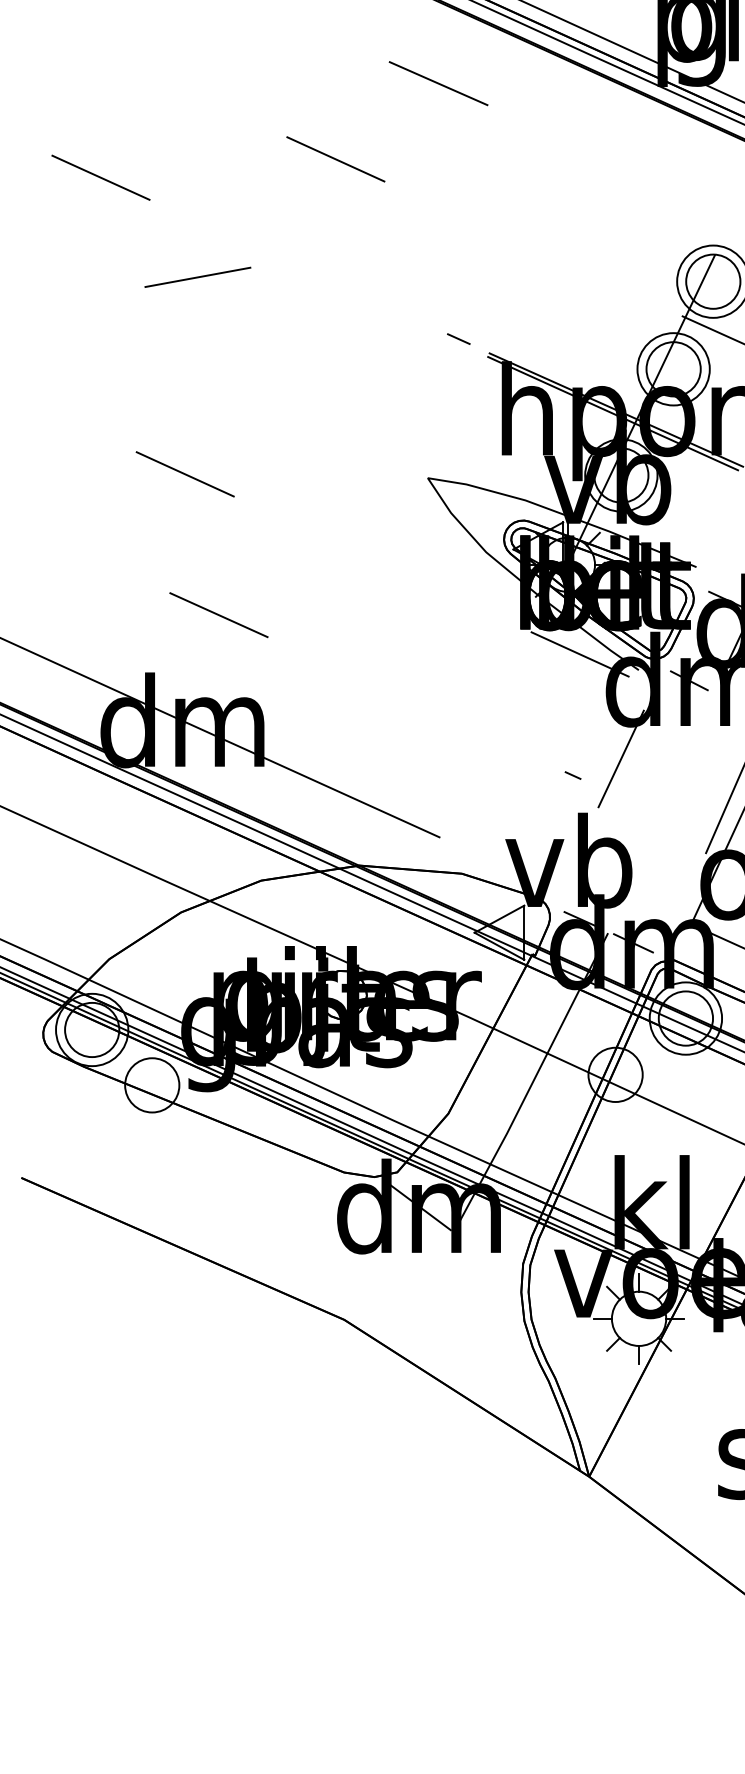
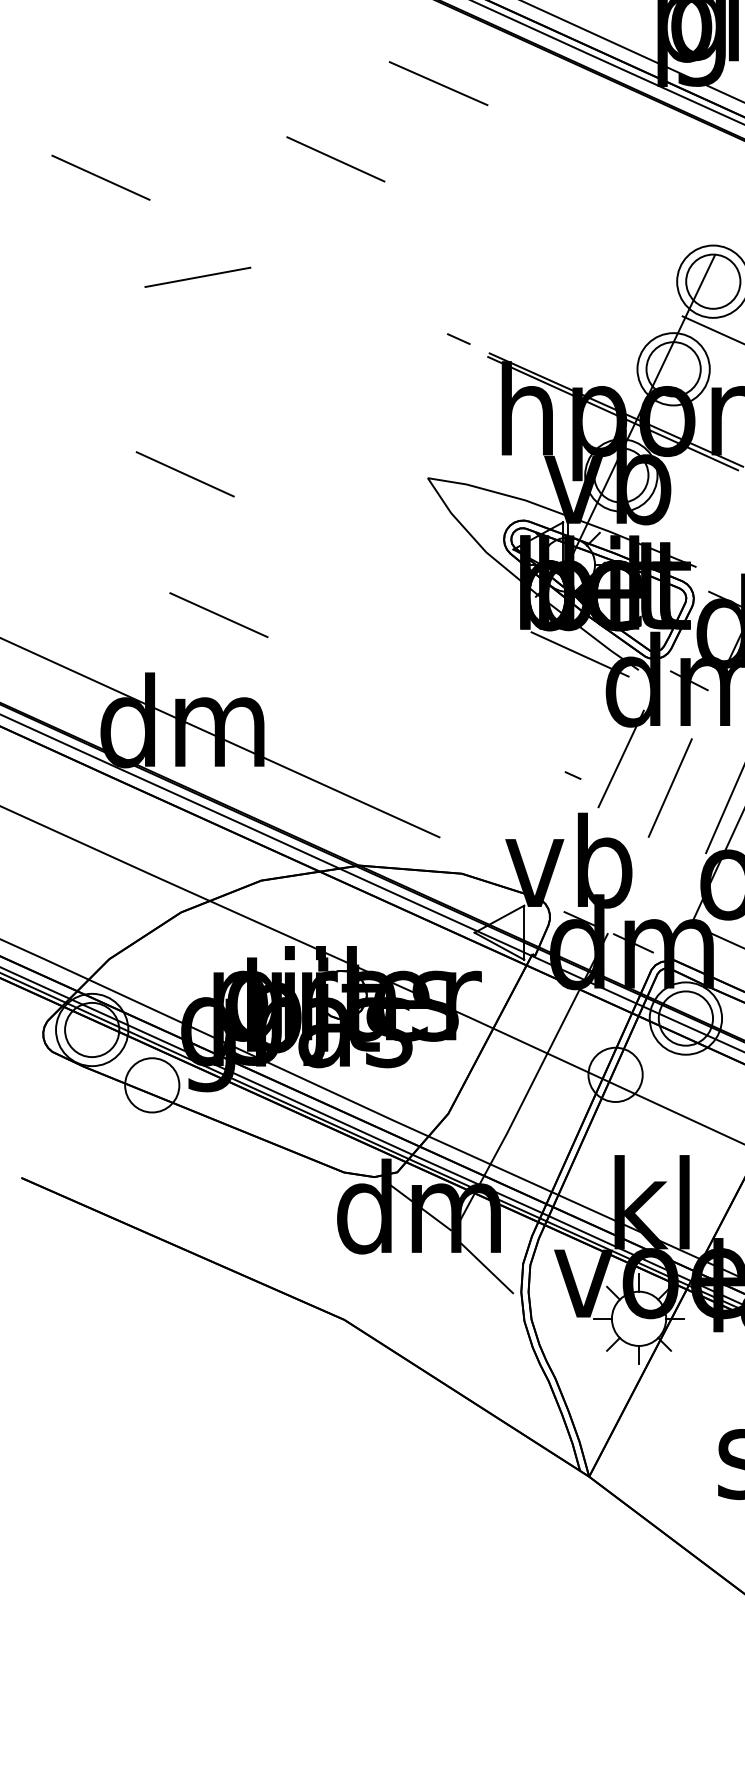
line at (669, 787): none -> present
line at (487, 1268): none -> present
